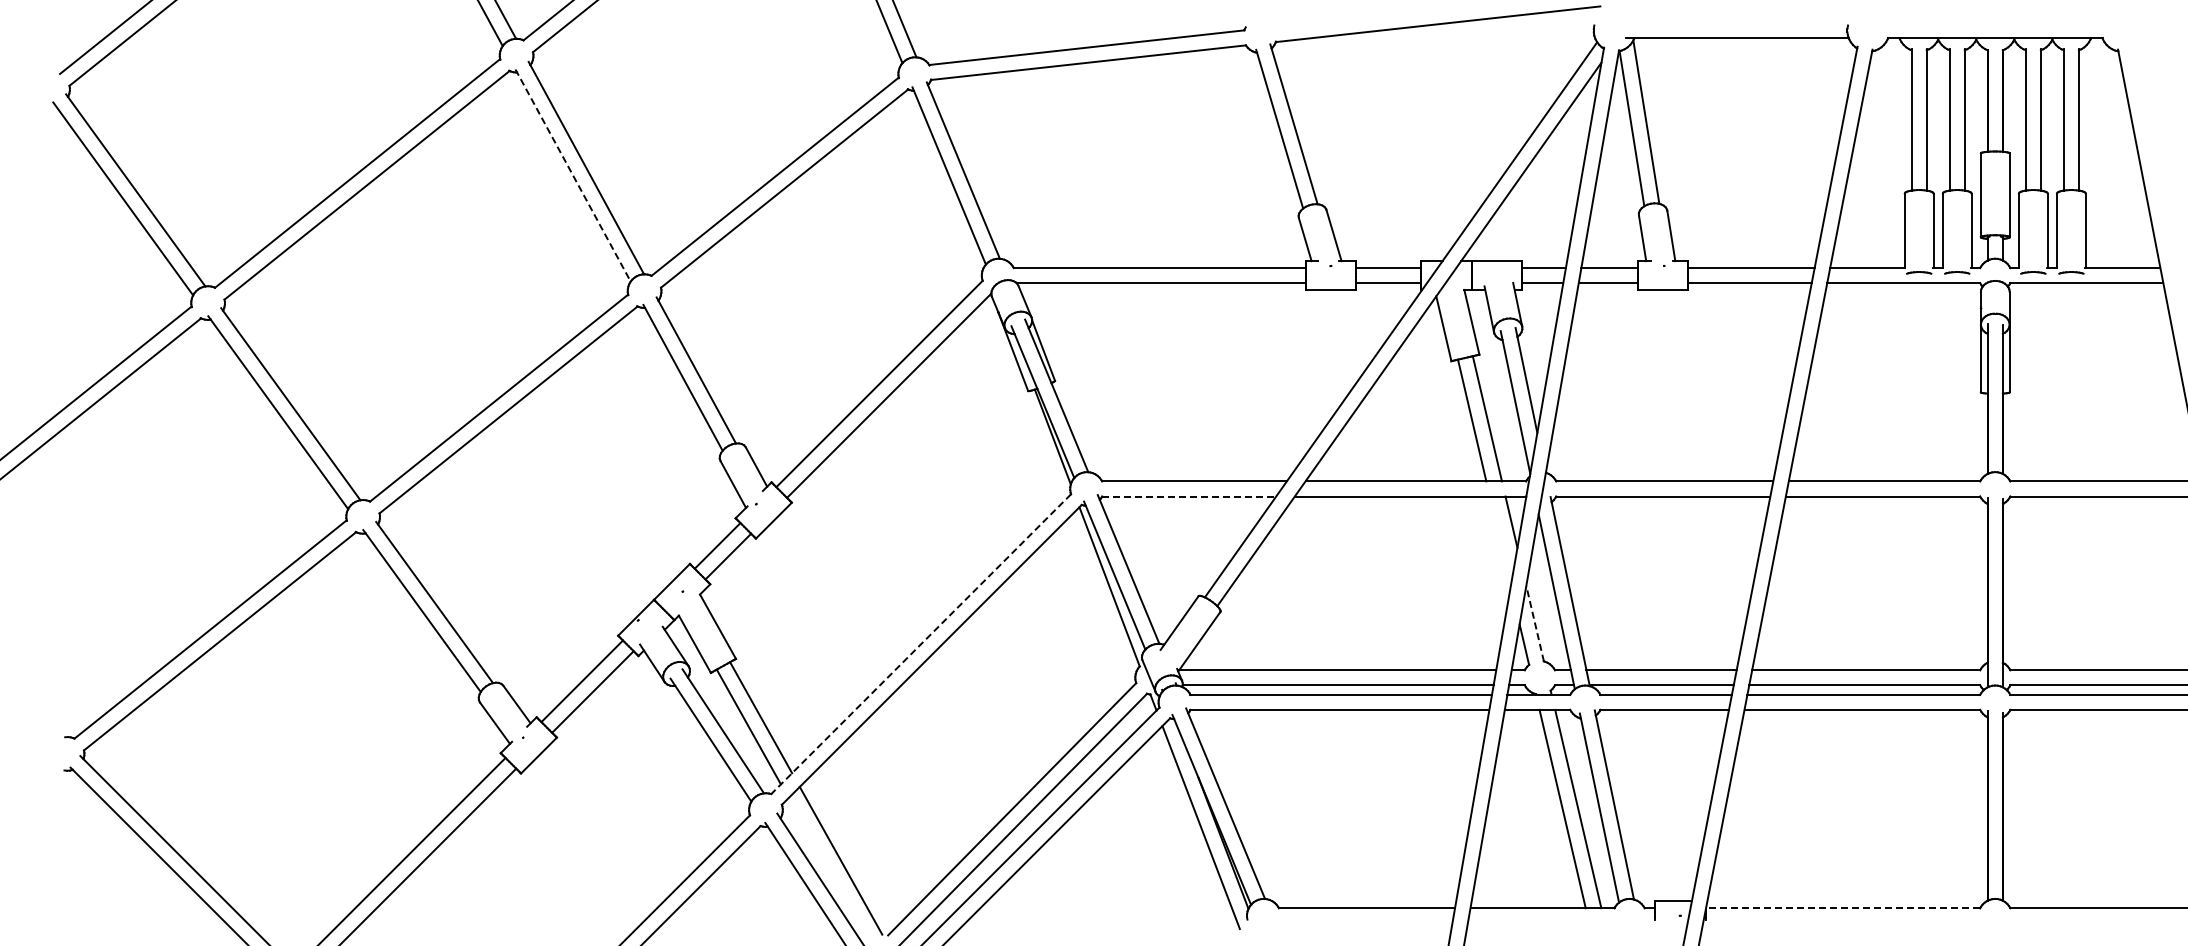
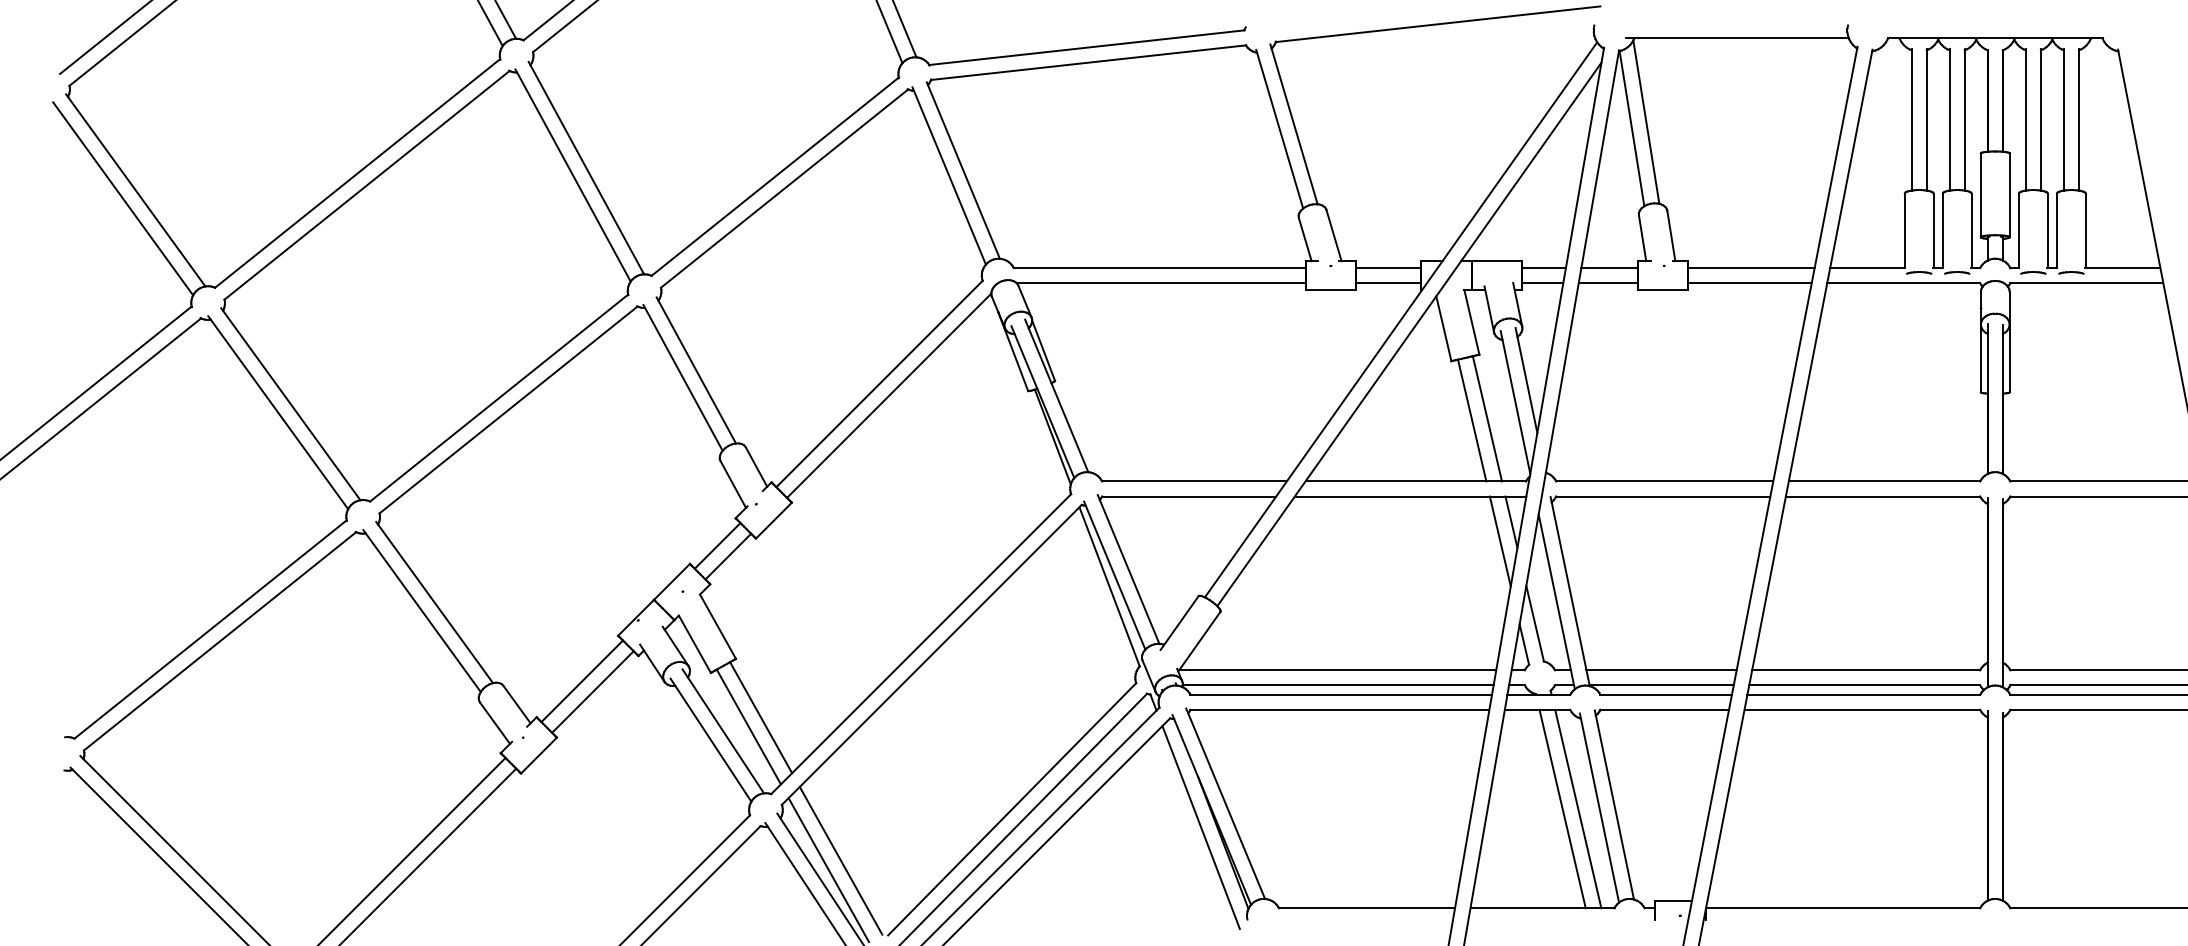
line at (573, 175): dashed -> solid
line at (1189, 496): dashed -> solid
line at (1499, 541): none -> present
line at (1535, 623): dashed -> solid
line at (920, 644): dashed -> solid
line at (828, 870): none -> present
line at (1842, 908): dashed -> solid
